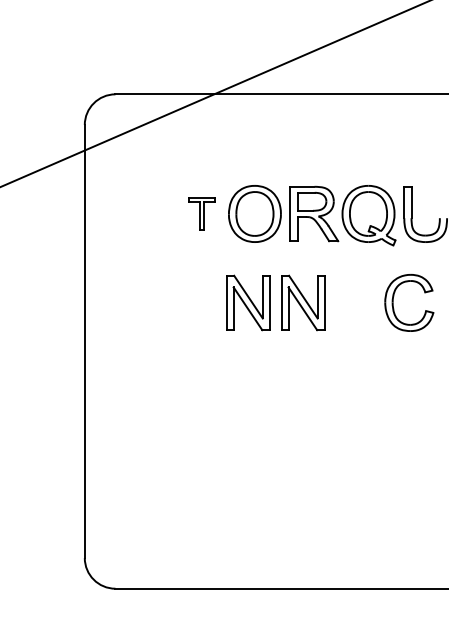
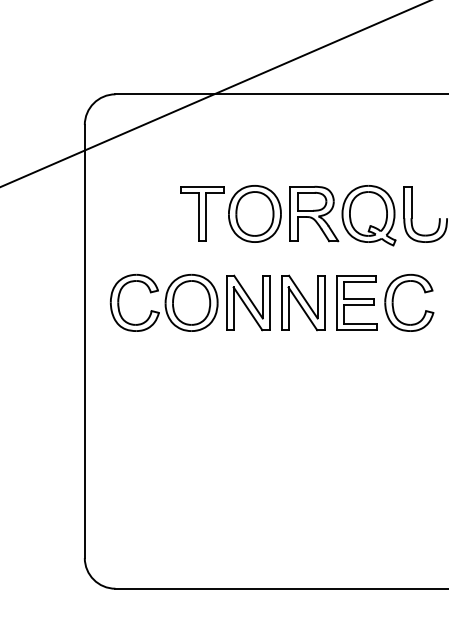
part at (201, 213) size: 28x34 px -> 45x56 px
part at (163, 302): none -> present
part at (356, 302): none -> present
